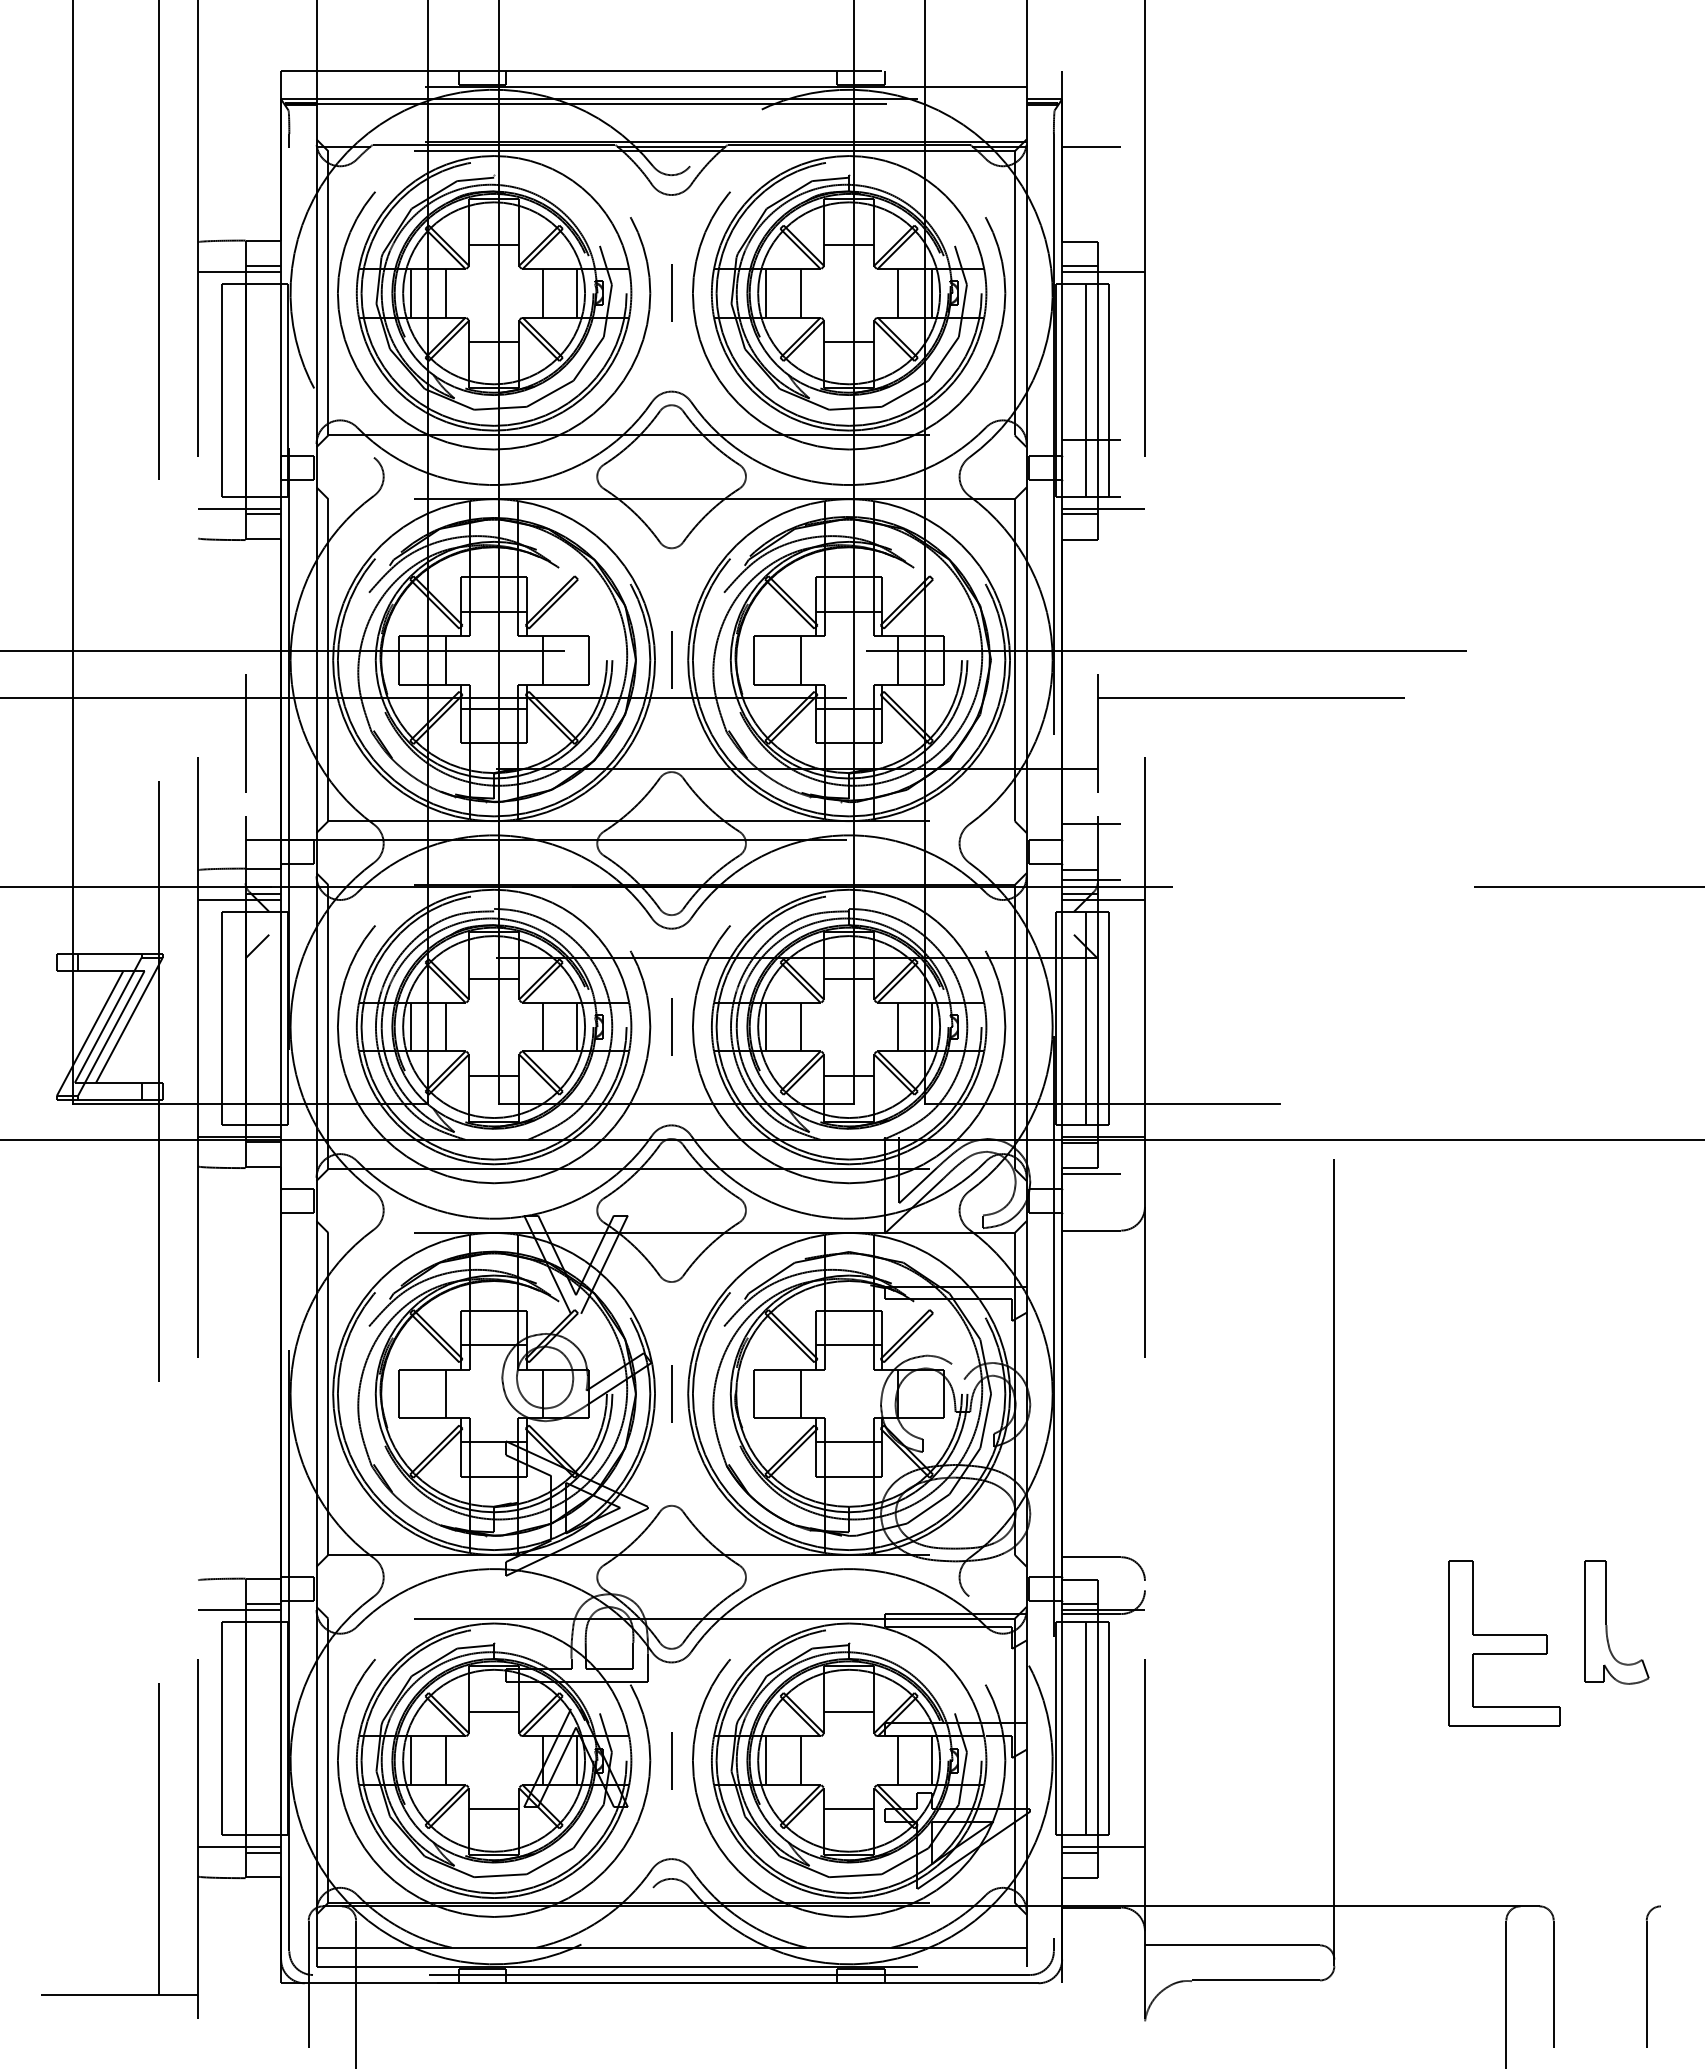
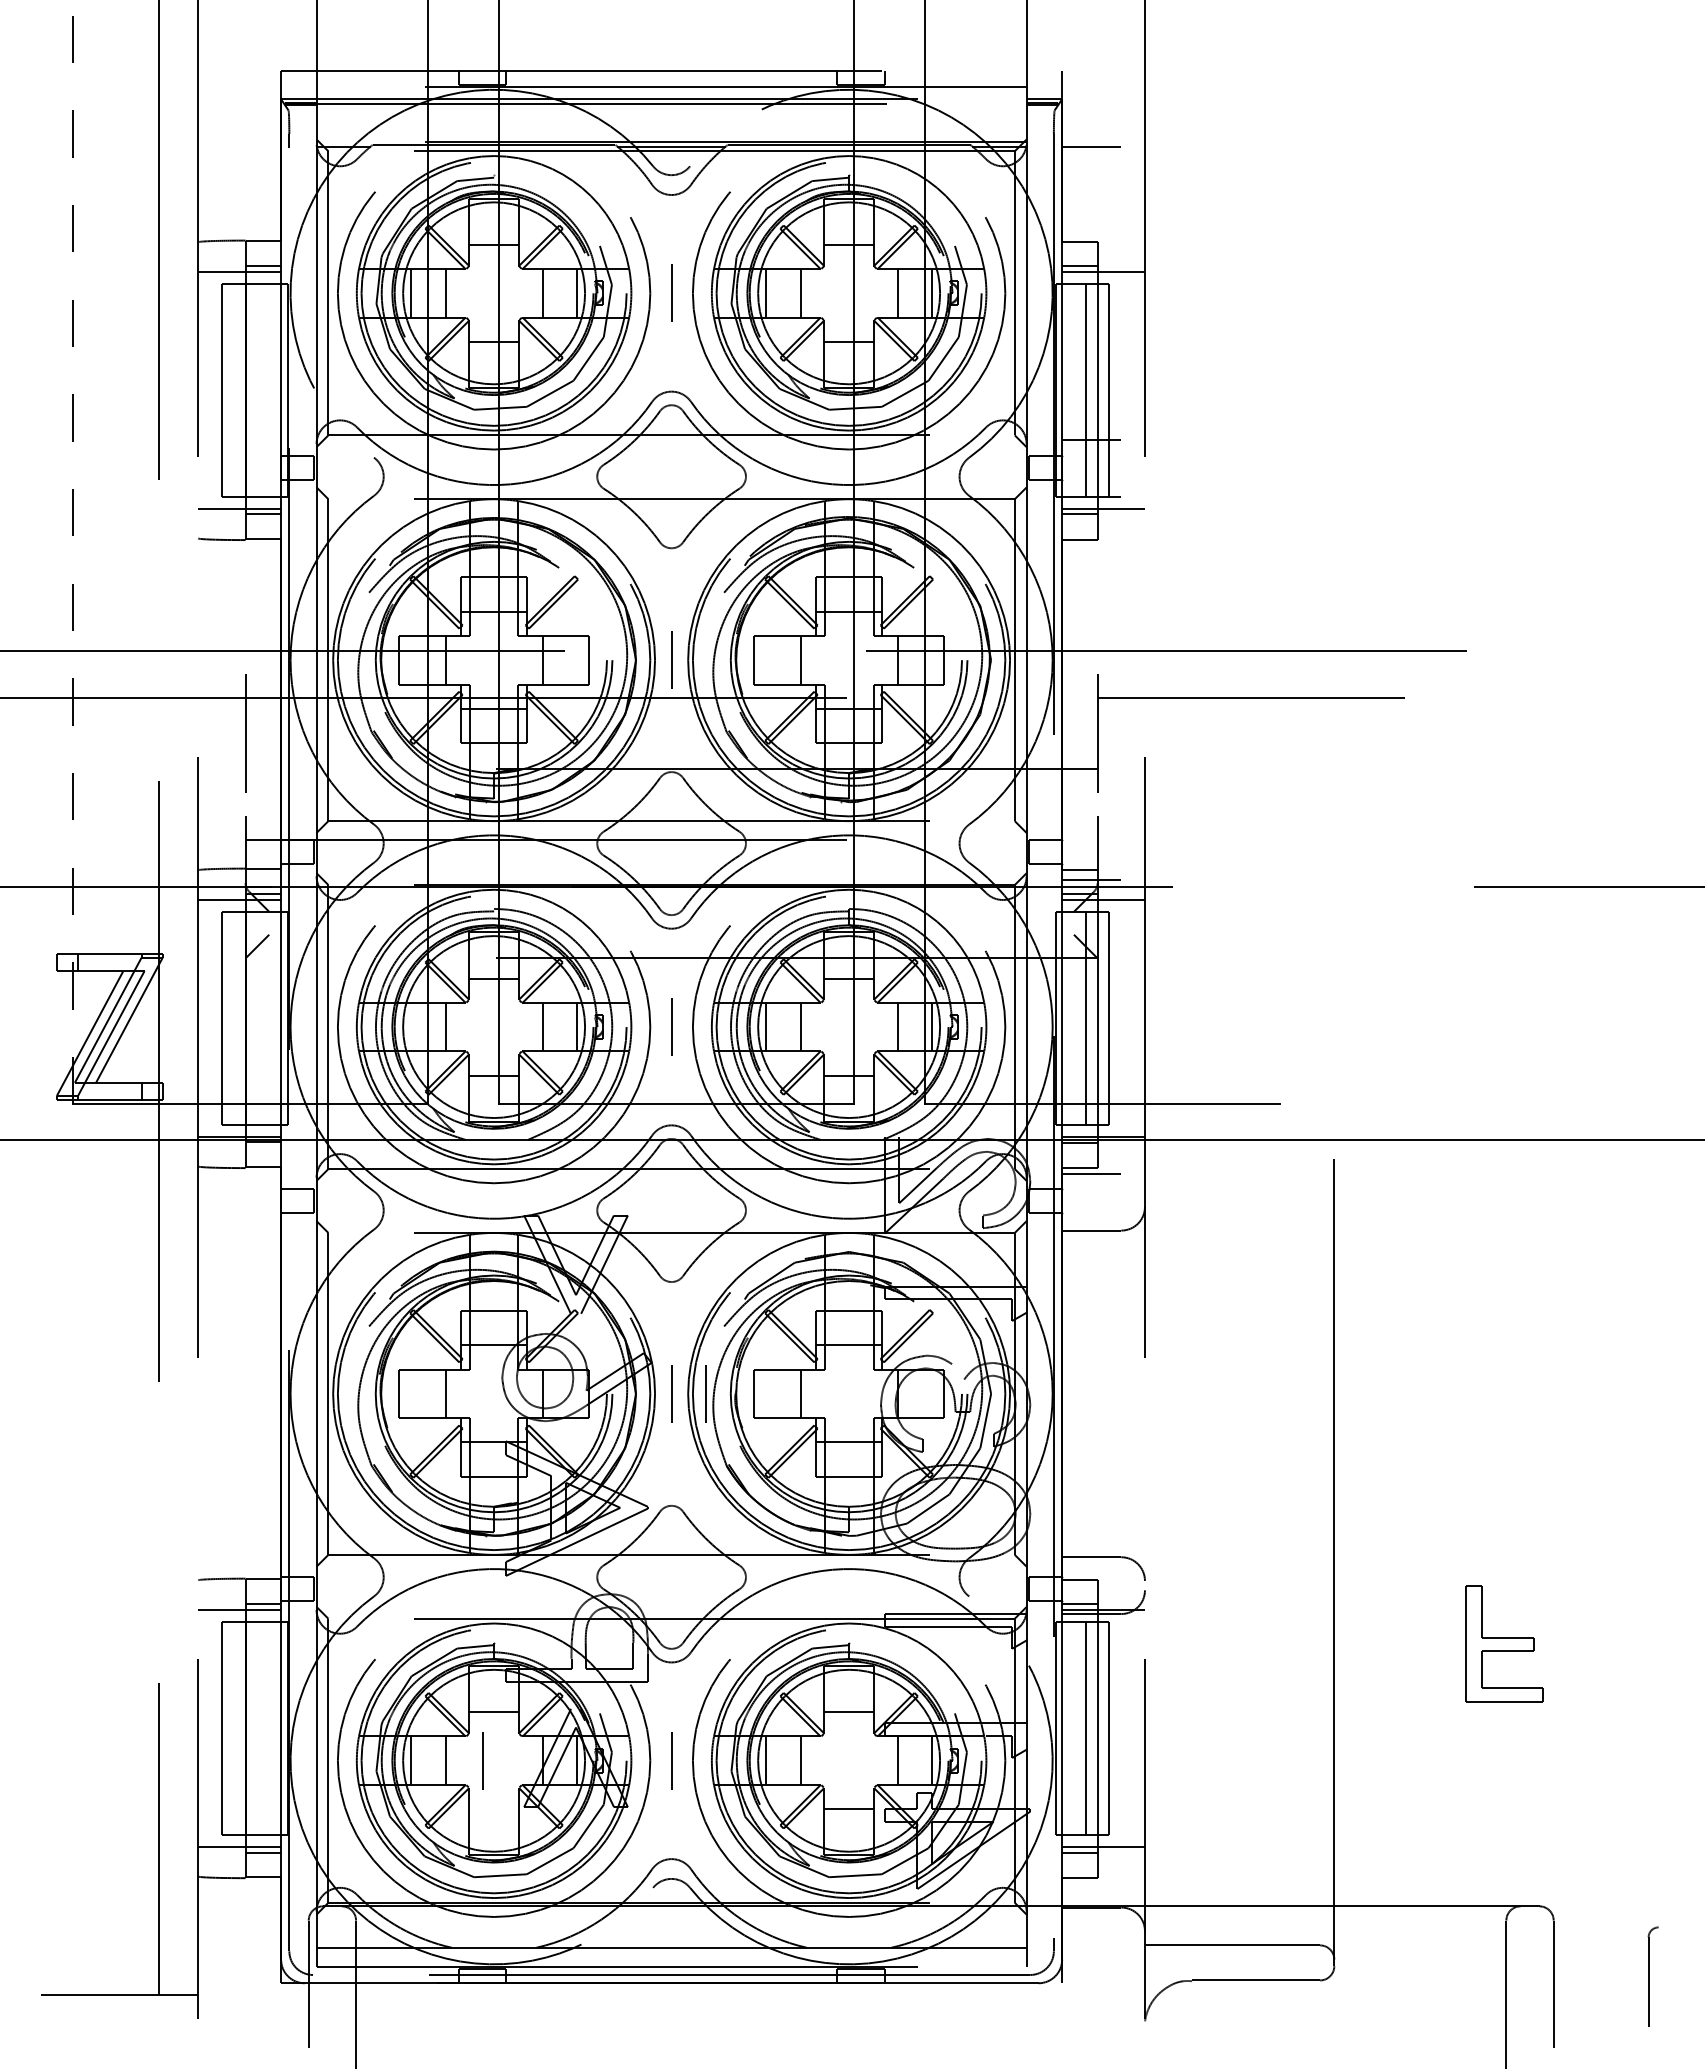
line at (72, 552): solid -> dashed
line at (1091, 823): present -> none
line at (410, 1026): present -> none
line at (705, 1393): none -> present
part at (1607, 1625): present -> none
part at (1504, 1643) size: 113x167 px -> 79x118 px
line at (482, 1760): none -> present
line at (493, 1809): present -> none
part at (1652, 1976) size: 16x143 px -> 12x101 px
